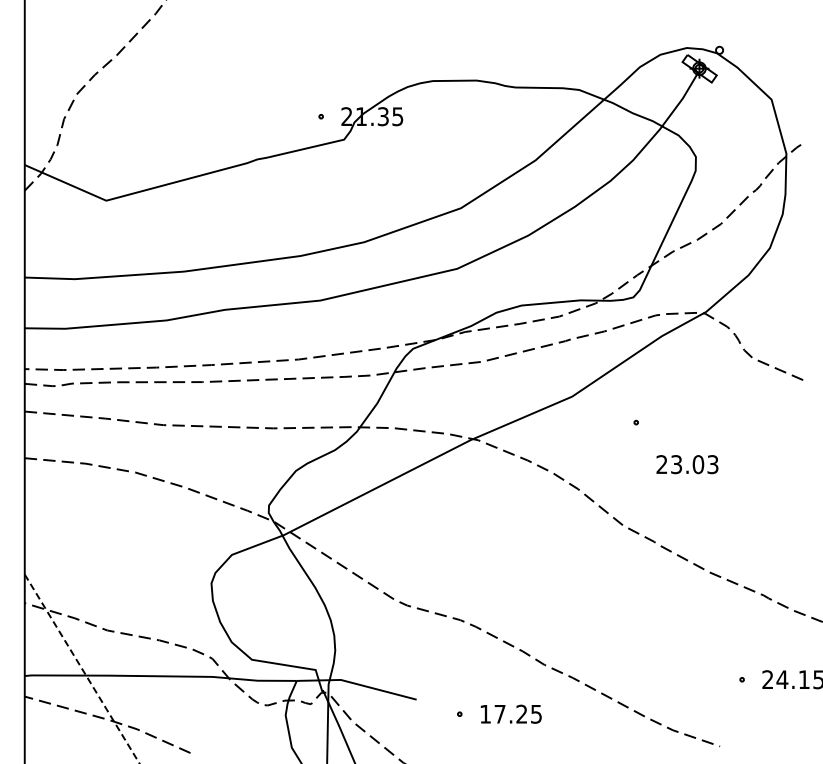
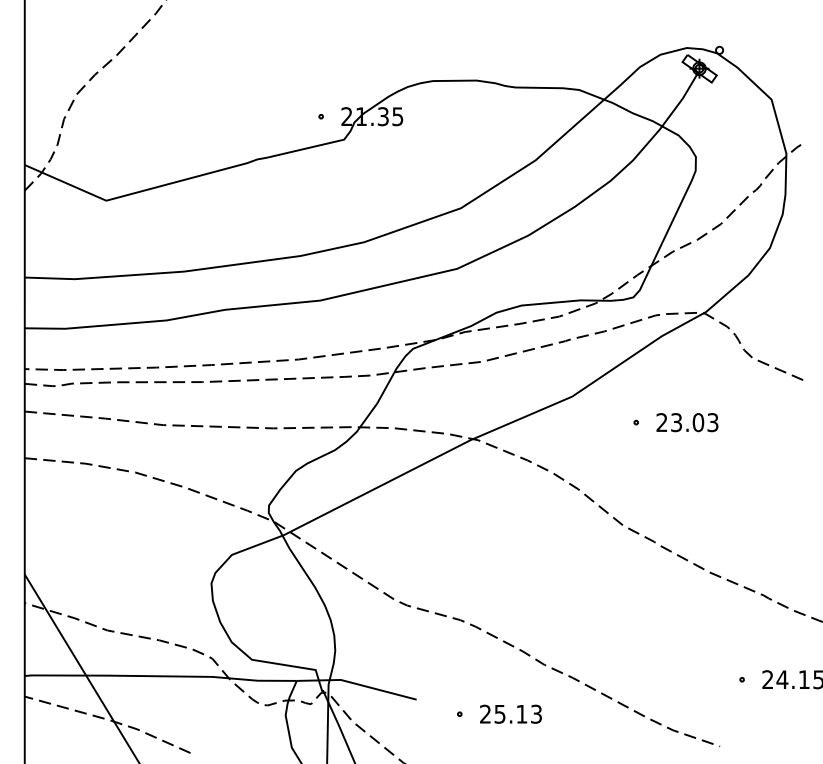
text at (687, 464) position: (687, 464) -> (687, 422)
line at (82, 669): dashed -> solid
text at (510, 713): 17.25 -> 25.13
